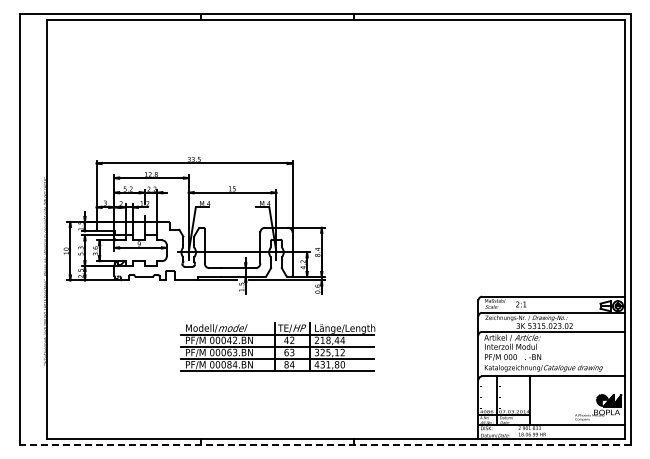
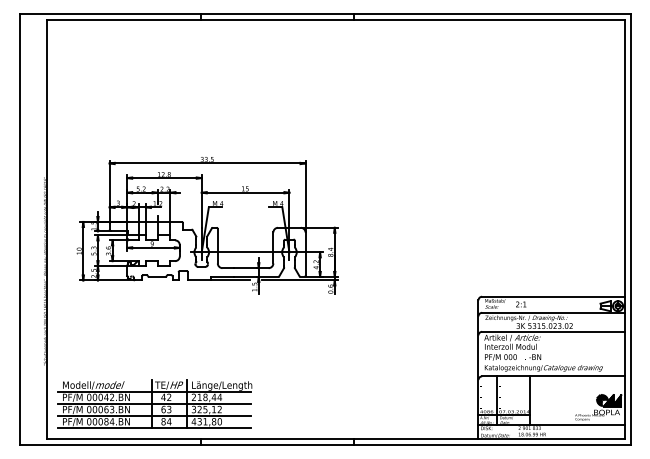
part at (194, 225) position: (194, 225) -> (207, 225)
part at (277, 346) position: (277, 346) -> (154, 403)
line at (324, 445): dashed -> solid
